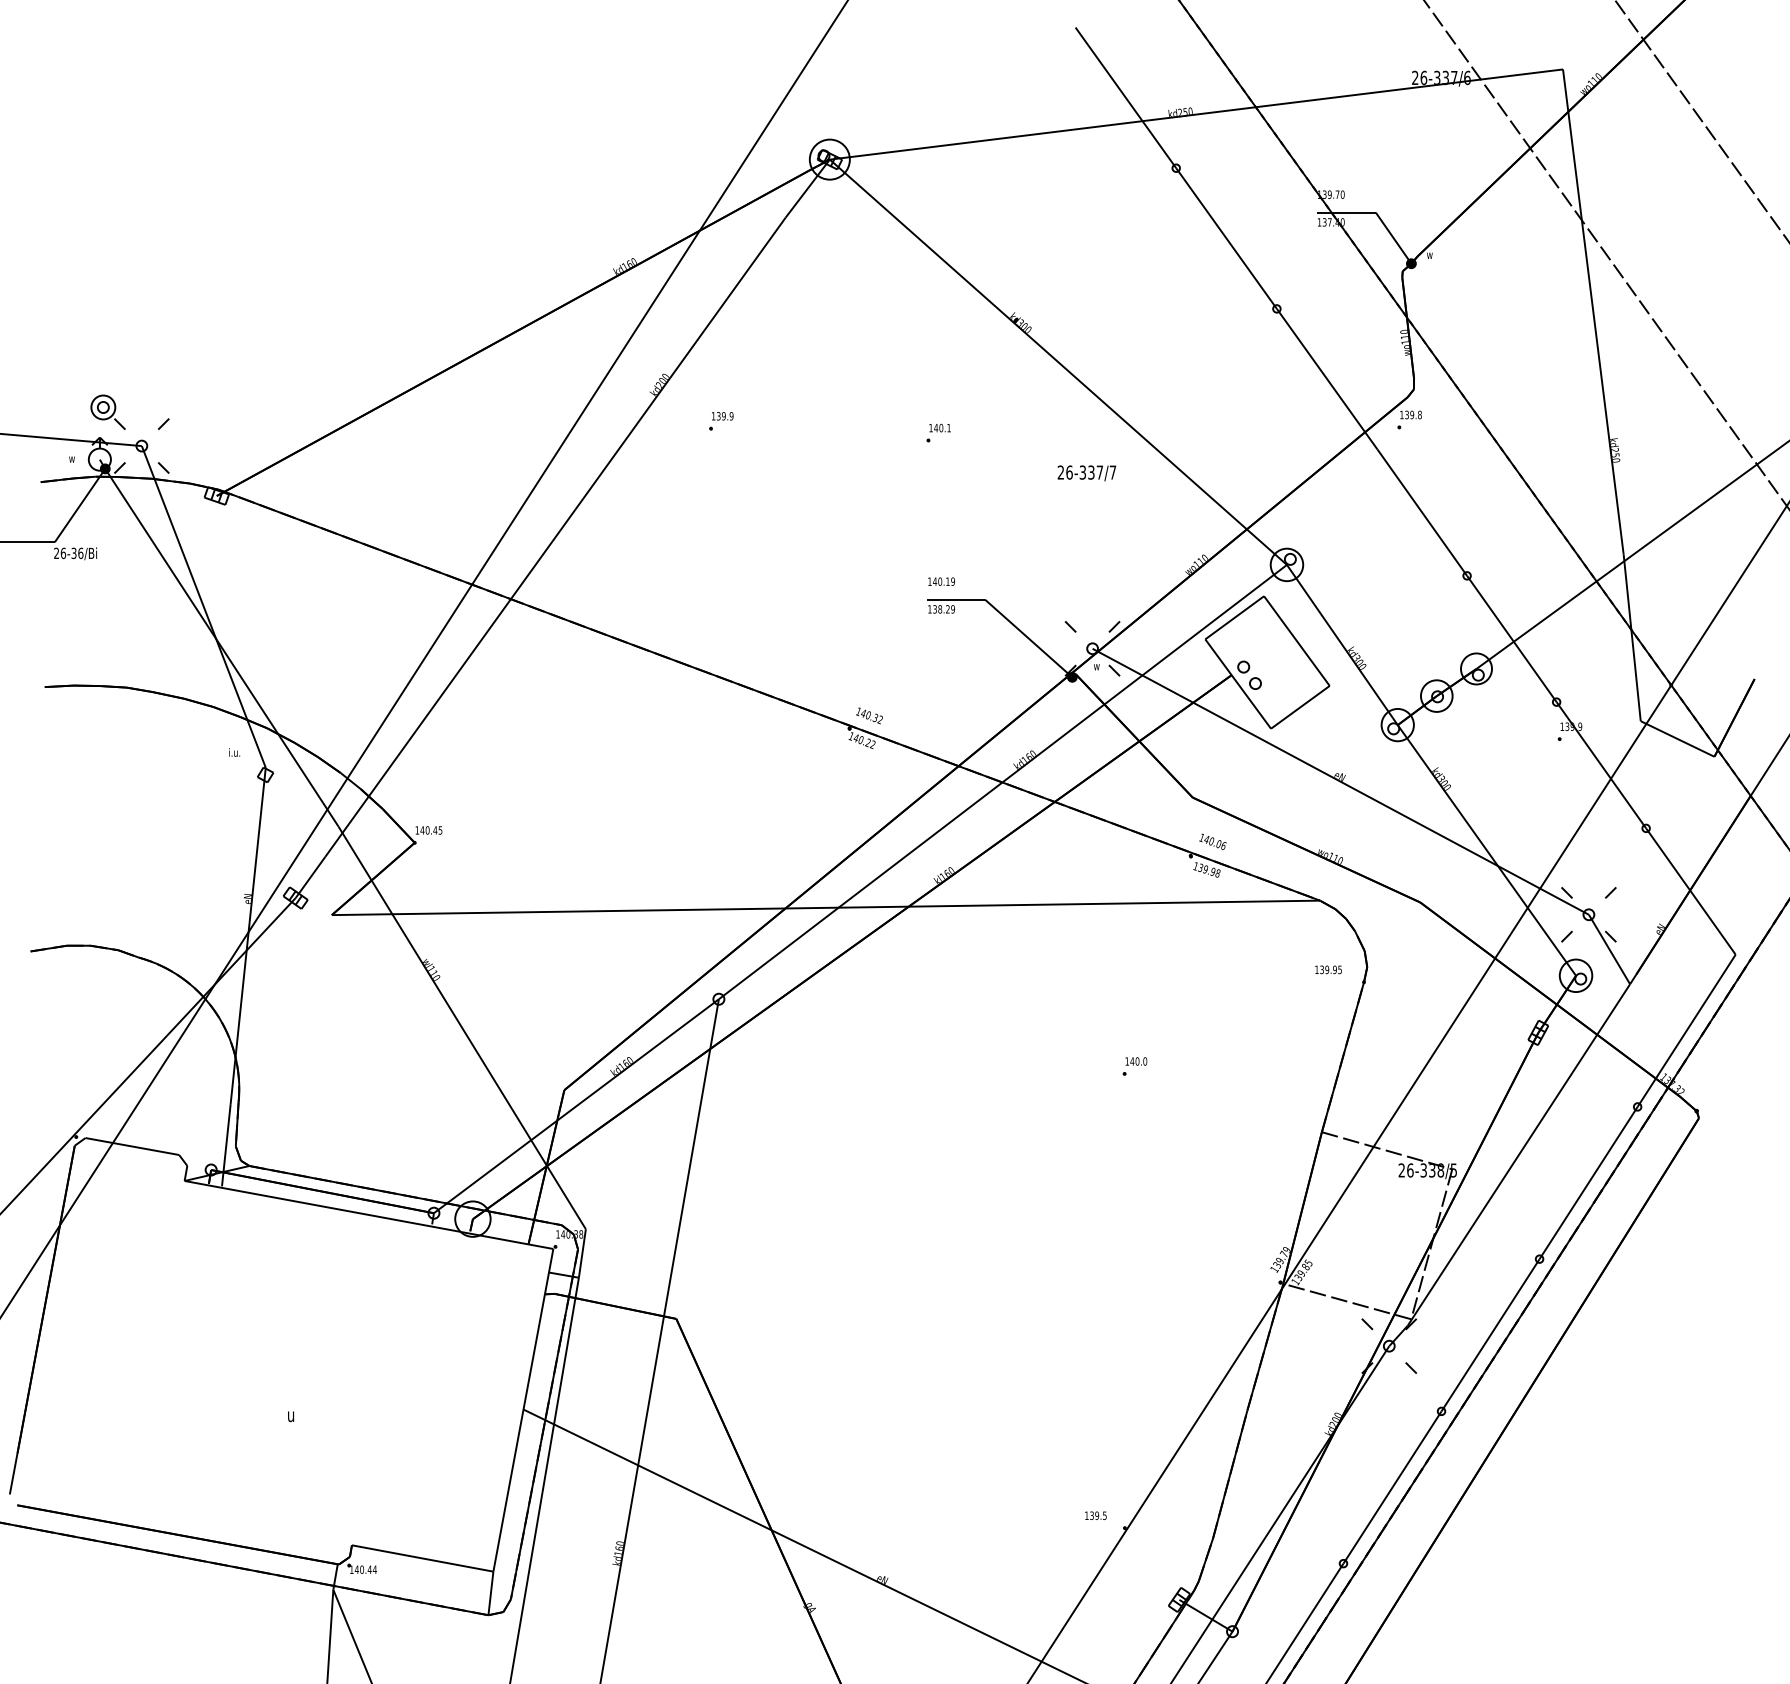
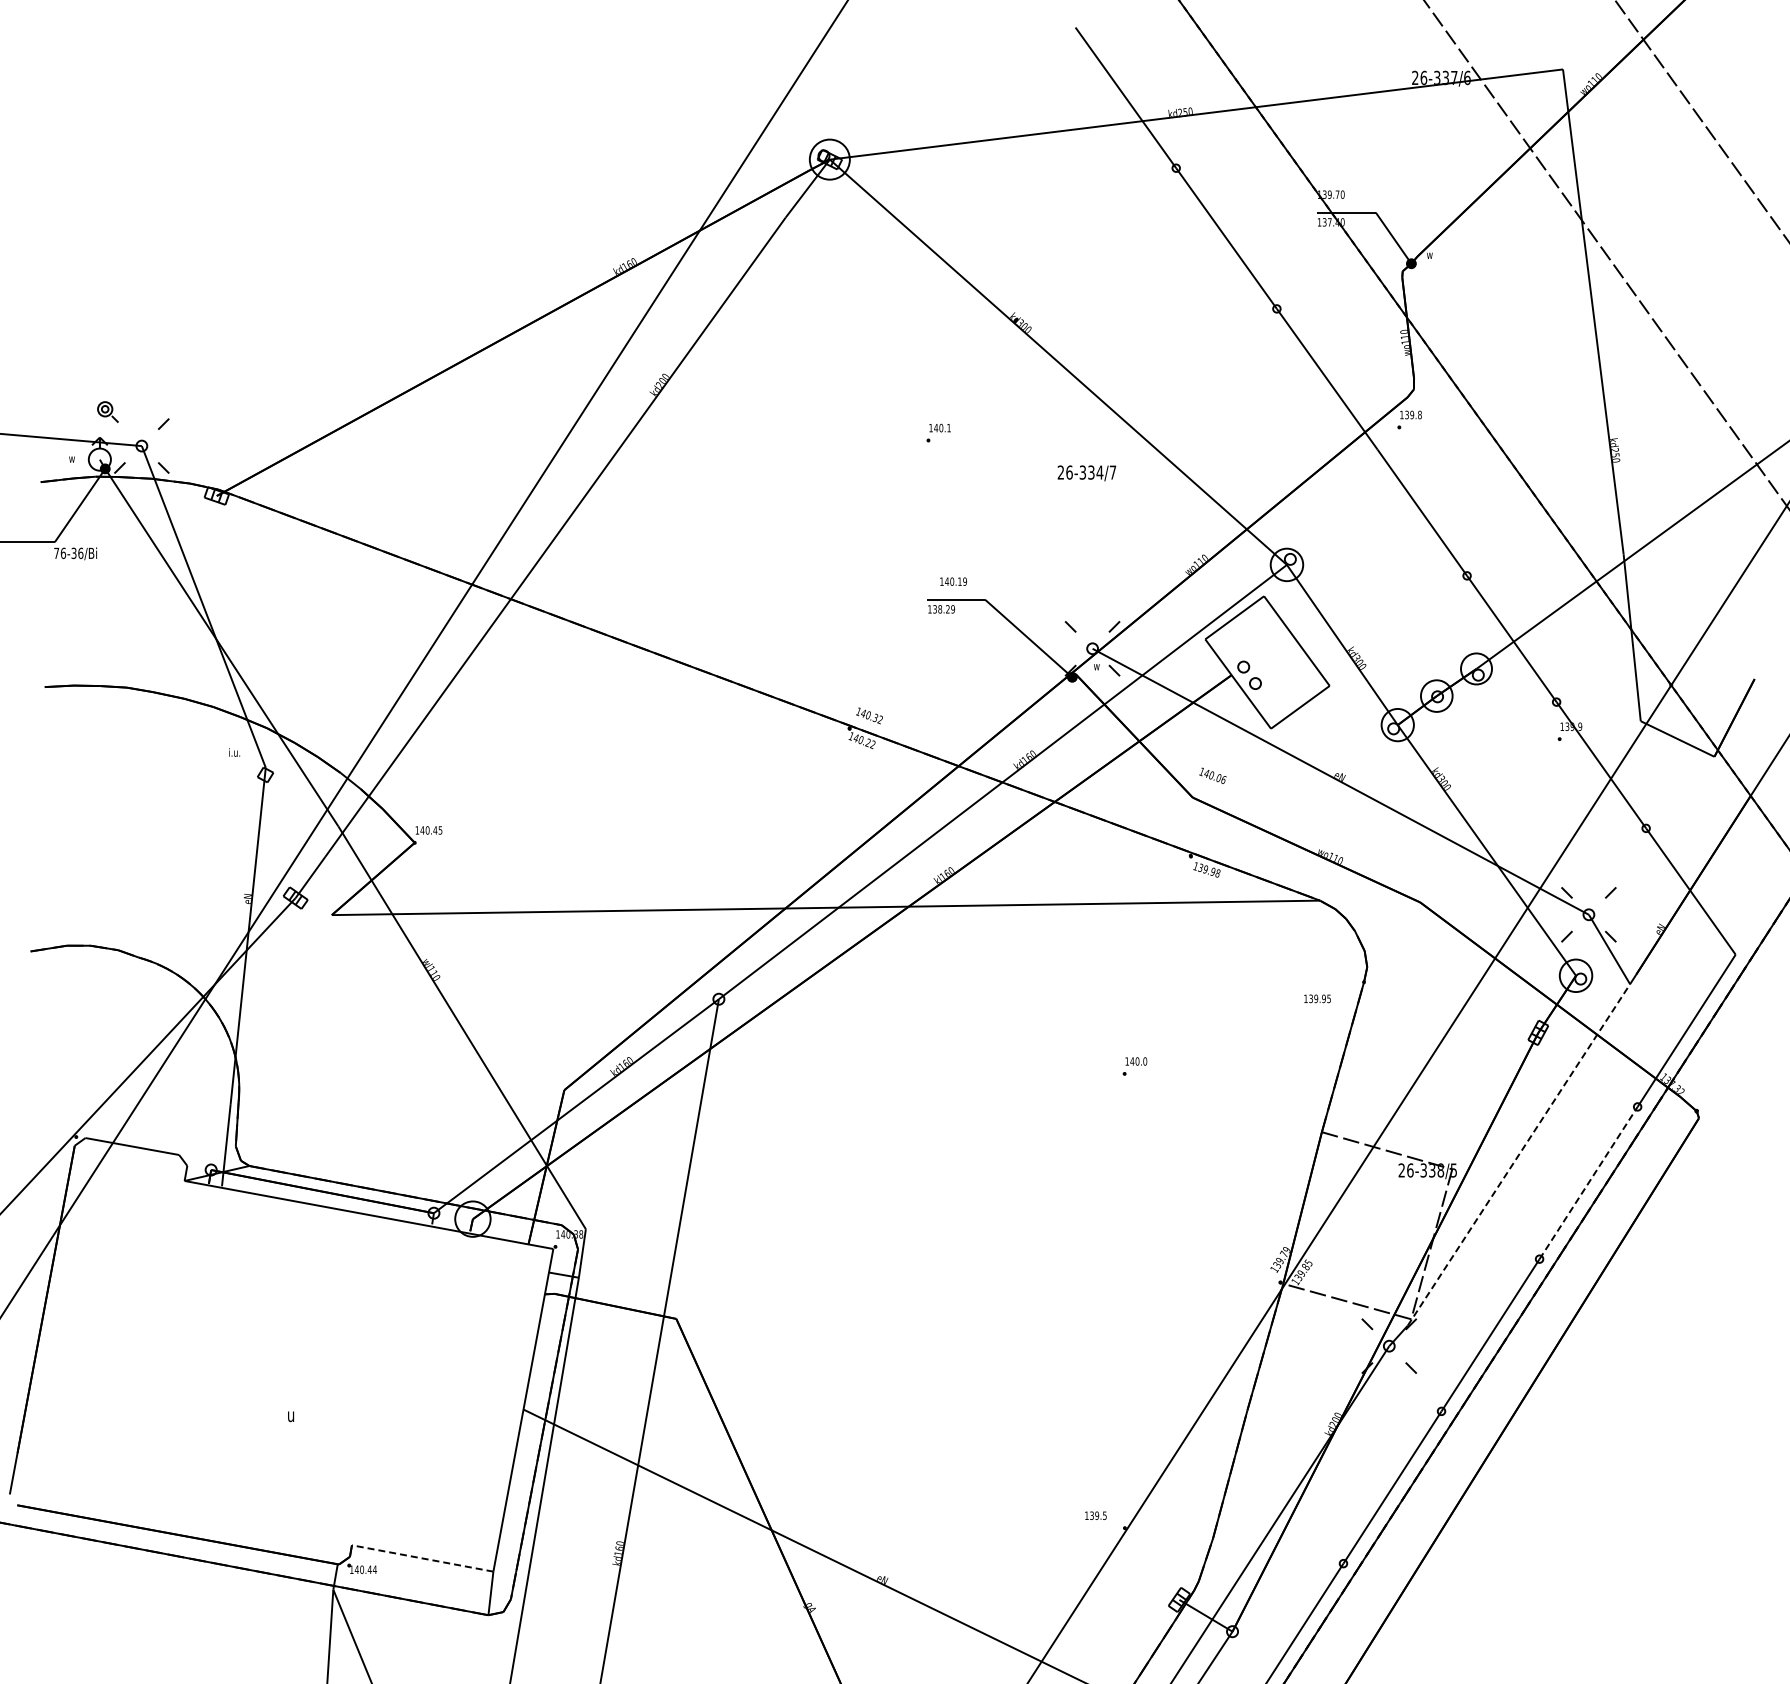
part at (107, 411) size: 36x36 px -> 22x22 px
part at (721, 421): present -> none
text at (1099, 472): 26-337/7 -> 26-334/7
text at (56, 552): 26-36/Bi -> 76-36/Bi
text at (941, 581) position: (941, 581) -> (953, 581)
text at (1212, 841) position: (1212, 841) -> (1212, 775)
text at (1328, 969) position: (1328, 969) -> (1317, 998)
line at (1518, 1154): solid -> dashed
line at (1588, 1183): solid -> dashed
line at (422, 1558): solid -> dashed
